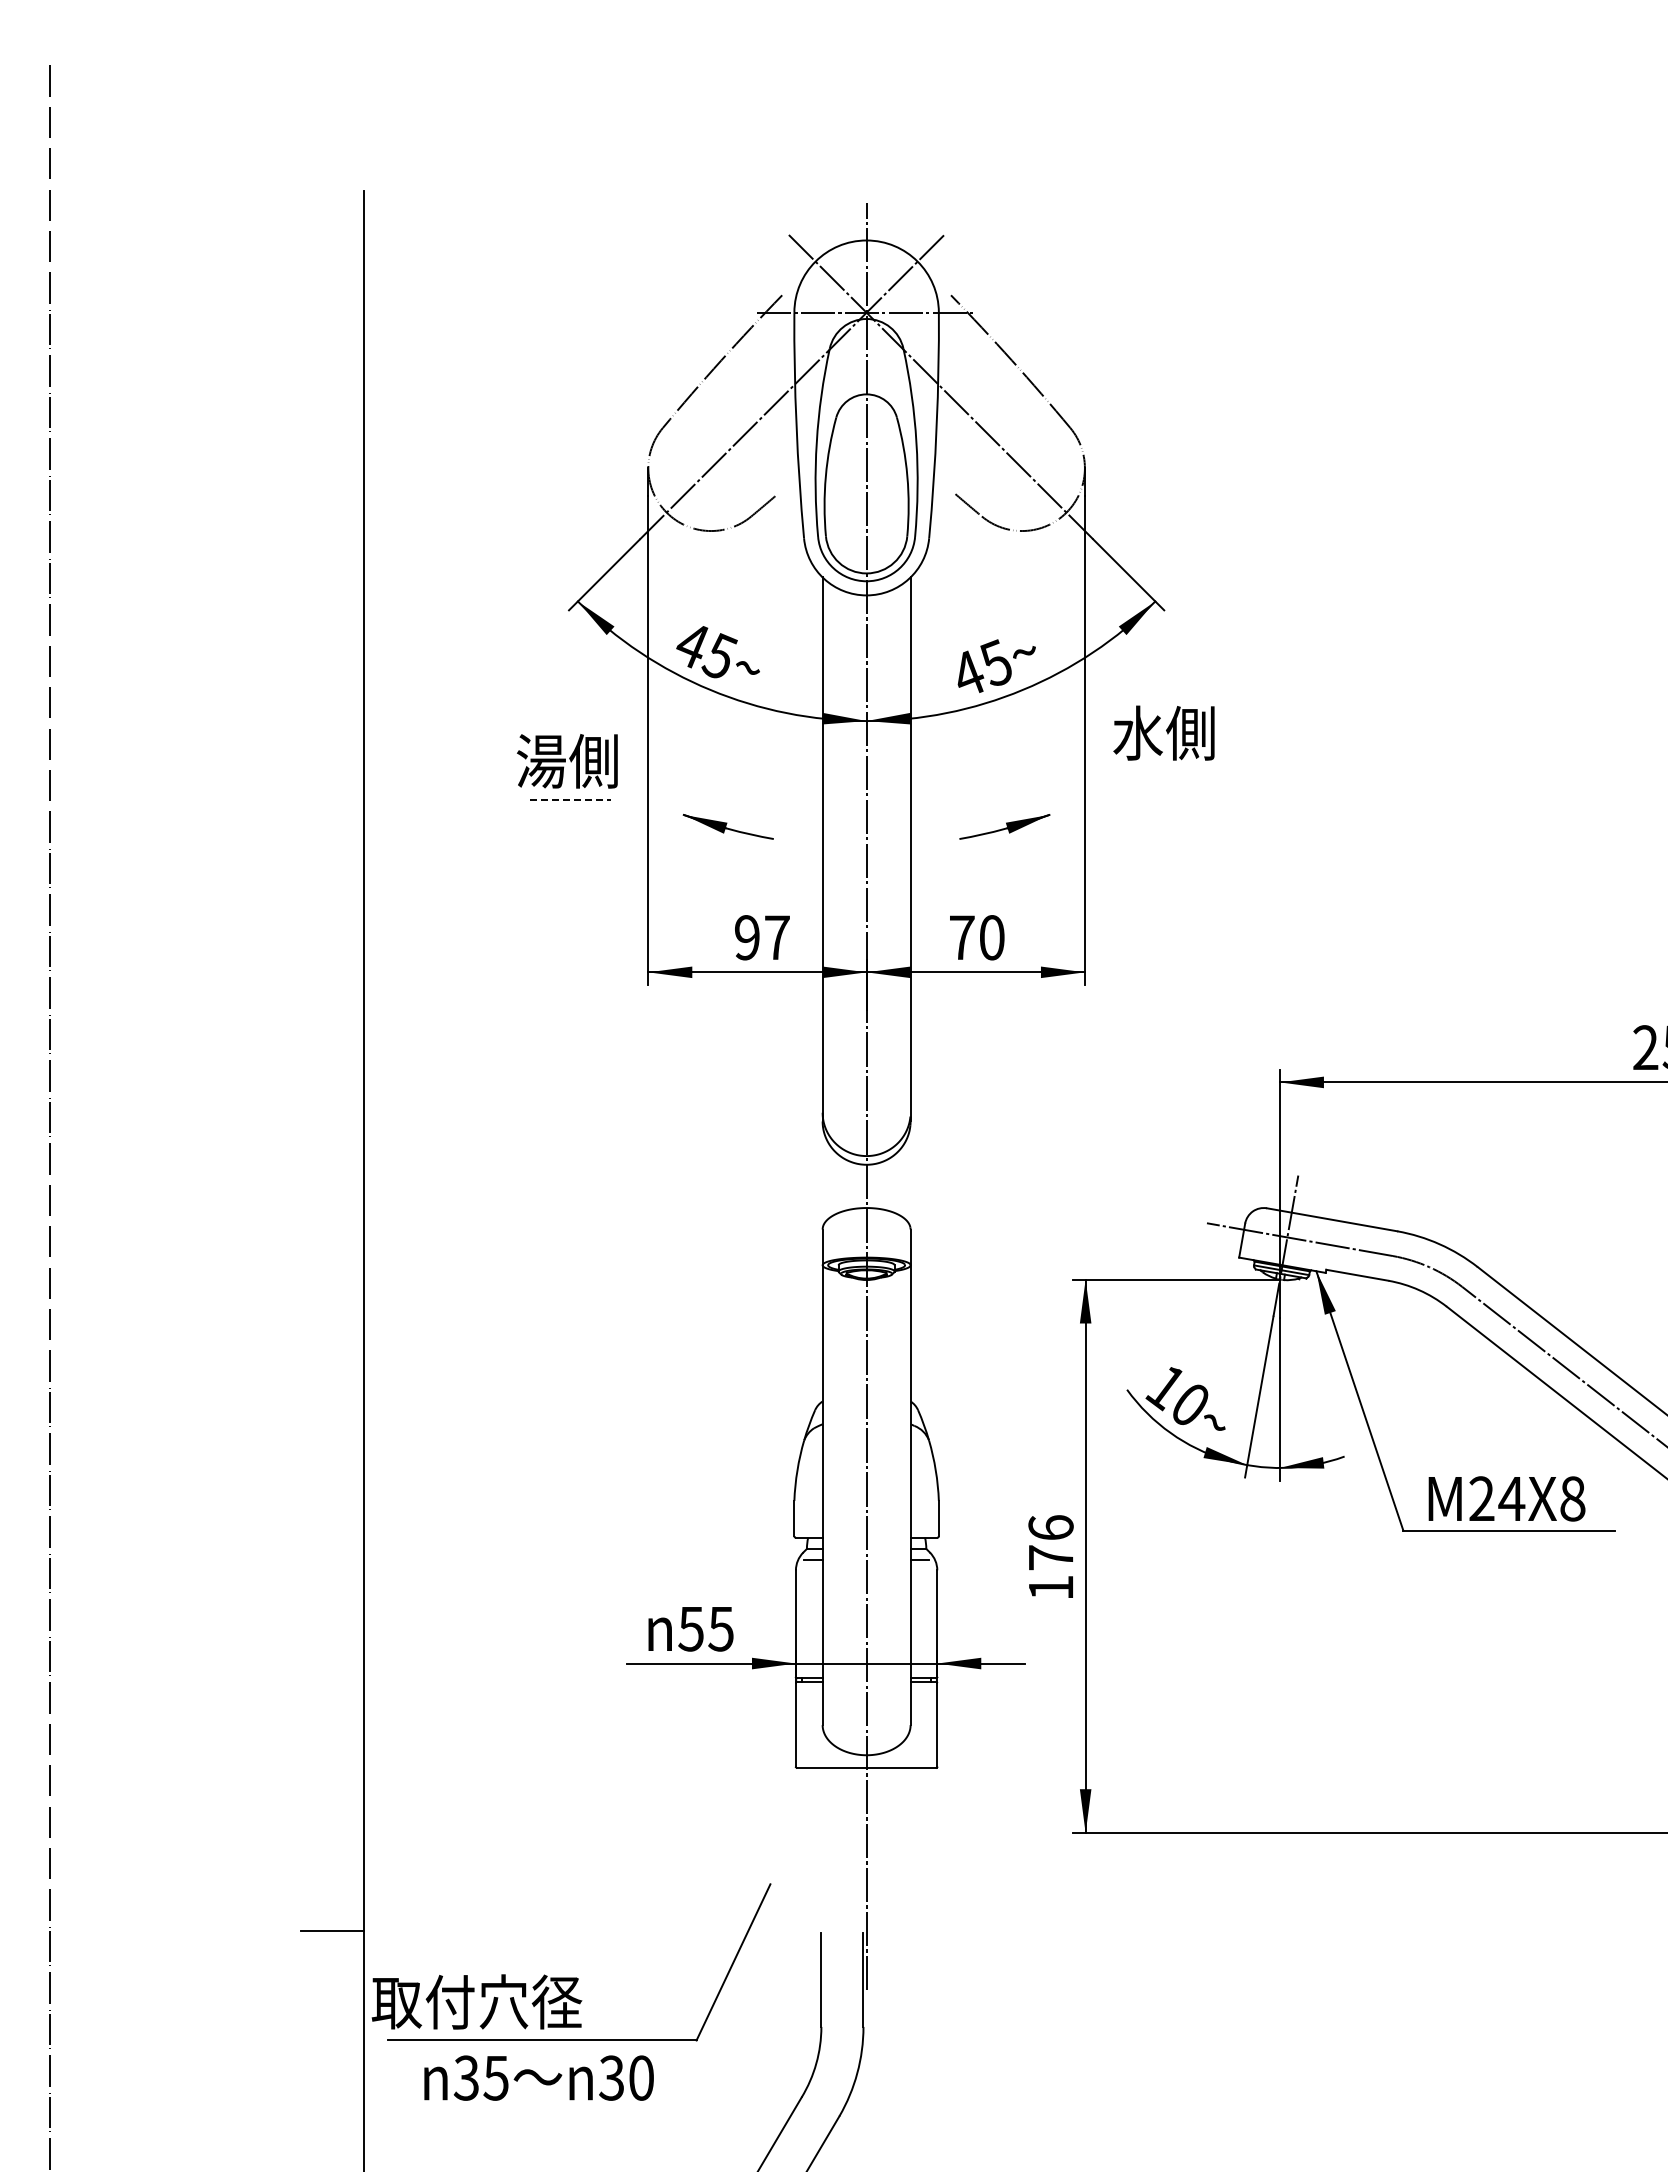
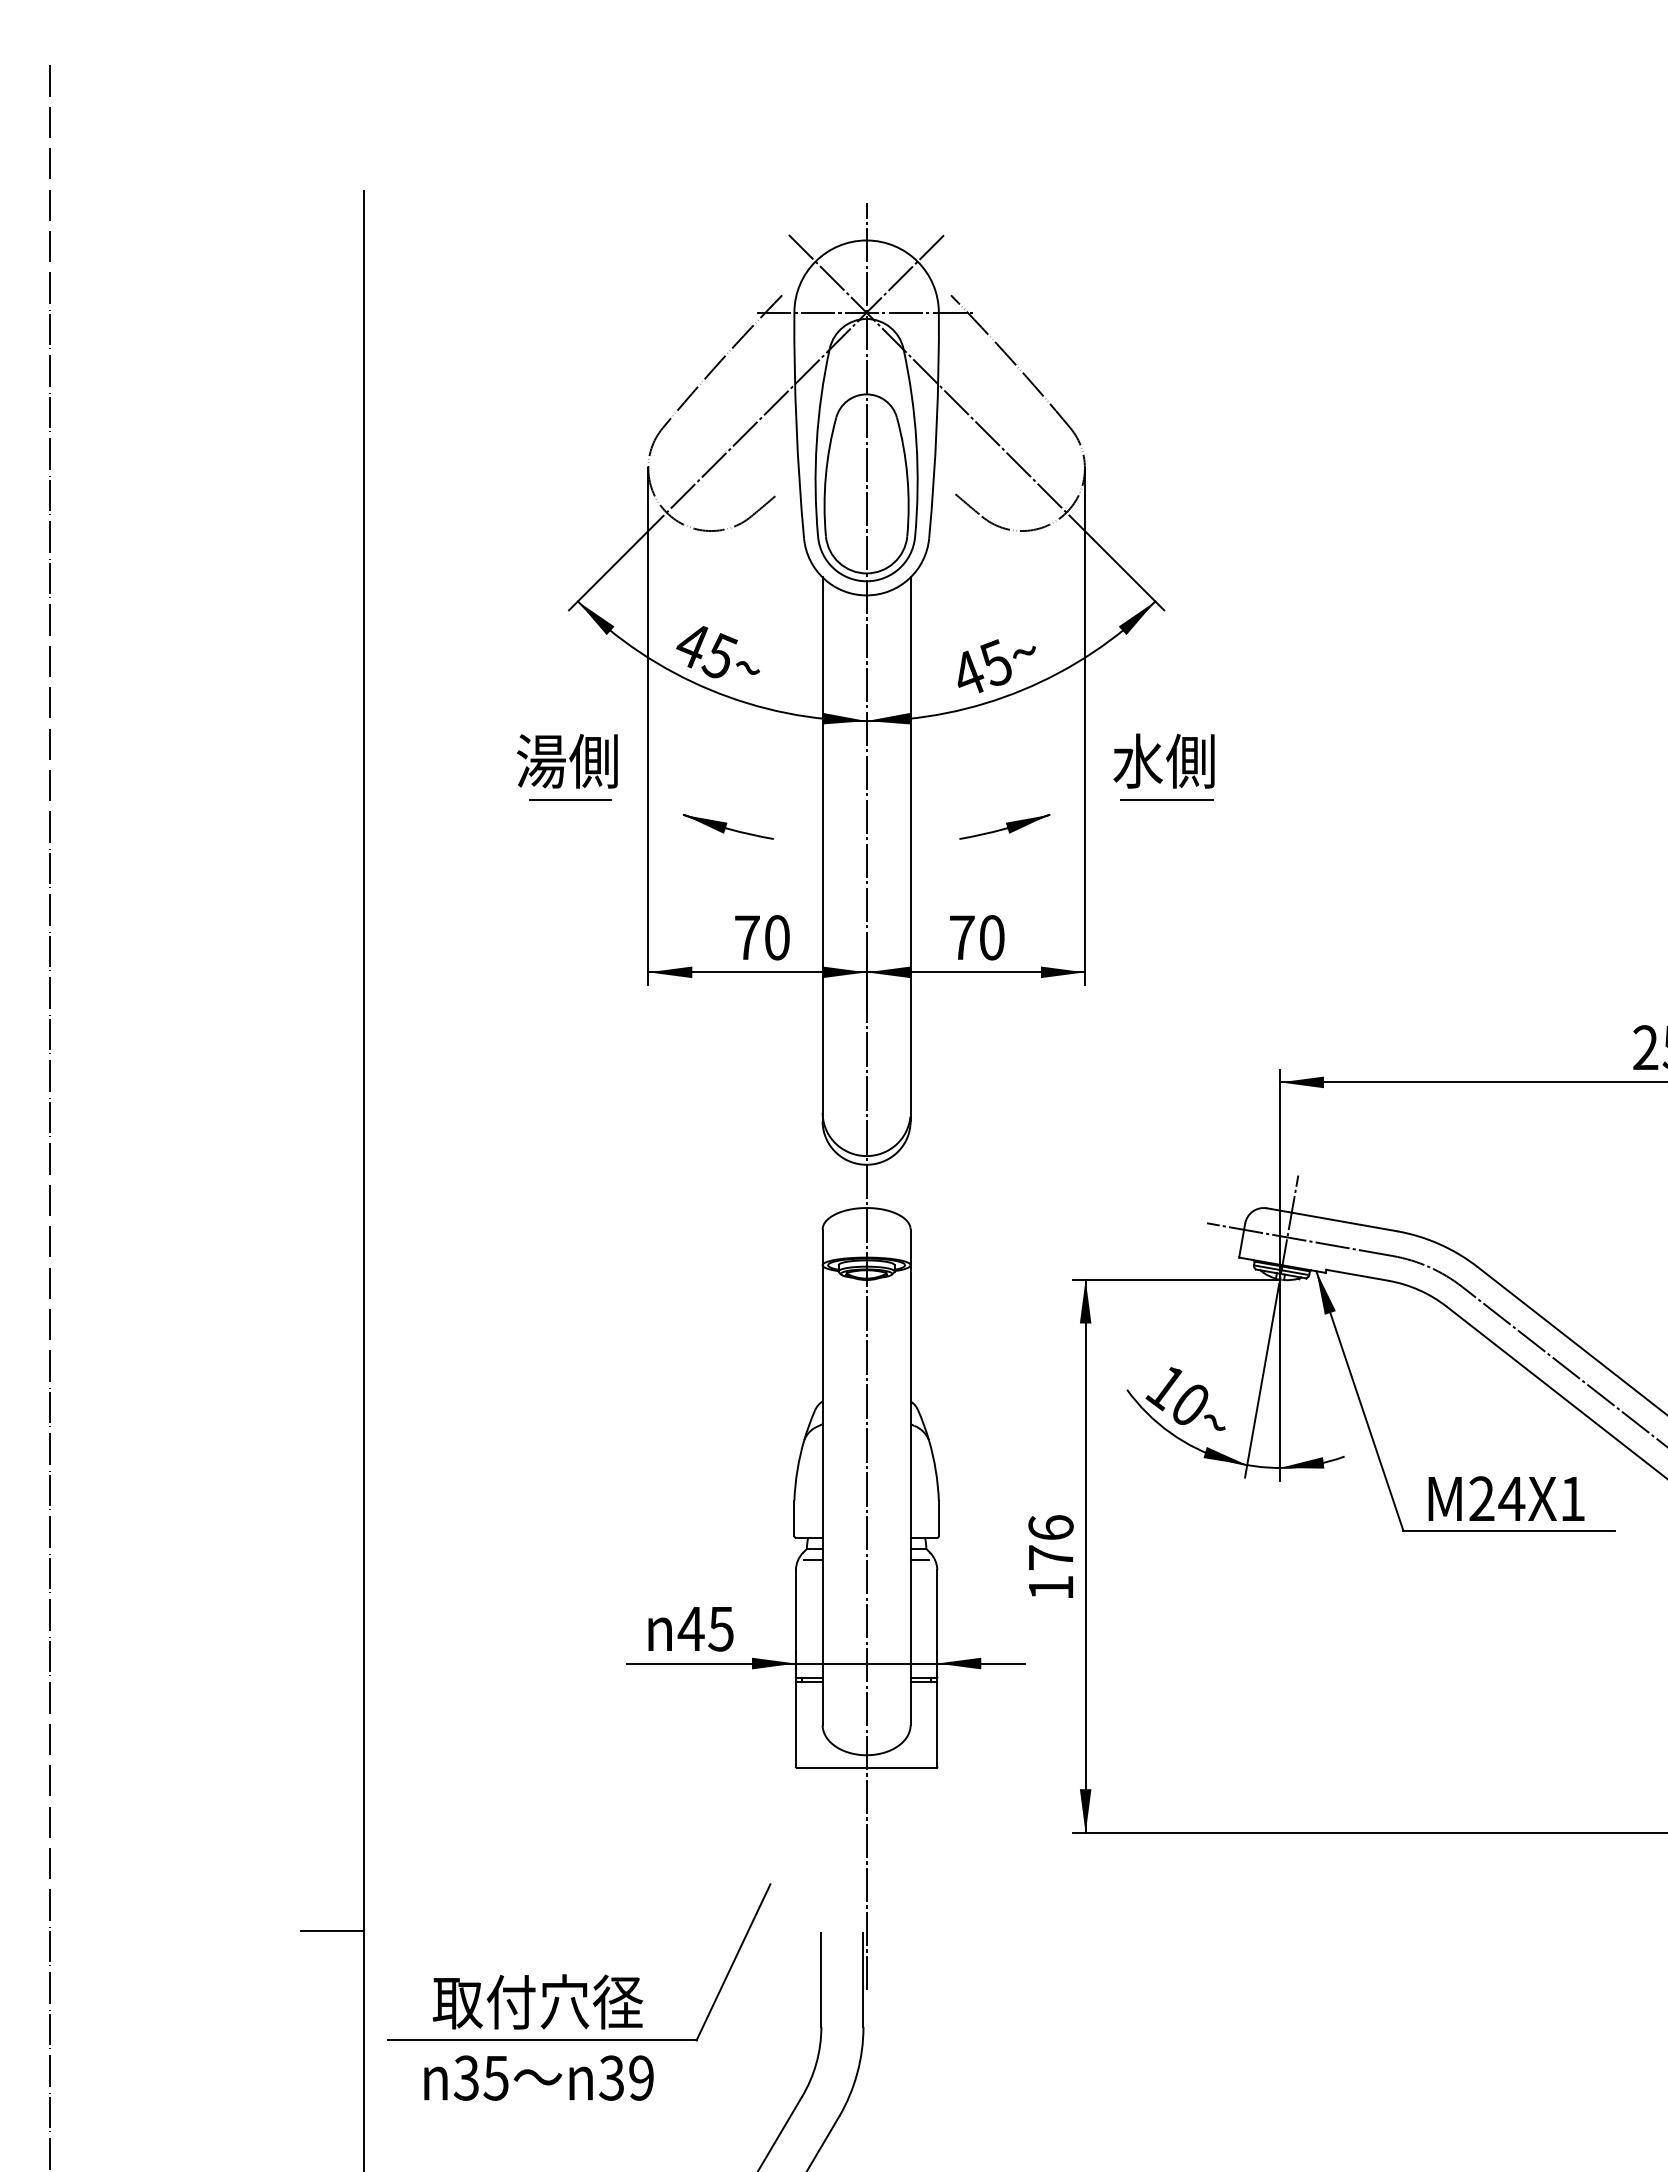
text at (1163, 732) position: (1163, 732) -> (1163, 760)
line at (570, 799): dashed -> solid
line at (1166, 799): none -> present
text at (762, 937): 97 -> 70
text at (1572, 1498): M24X8 -> M24X1
text at (690, 1629): 55 -> 45
text at (476, 2001) position: (476, 2001) -> (537, 2001)
text at (641, 2077): 30 -> 39
